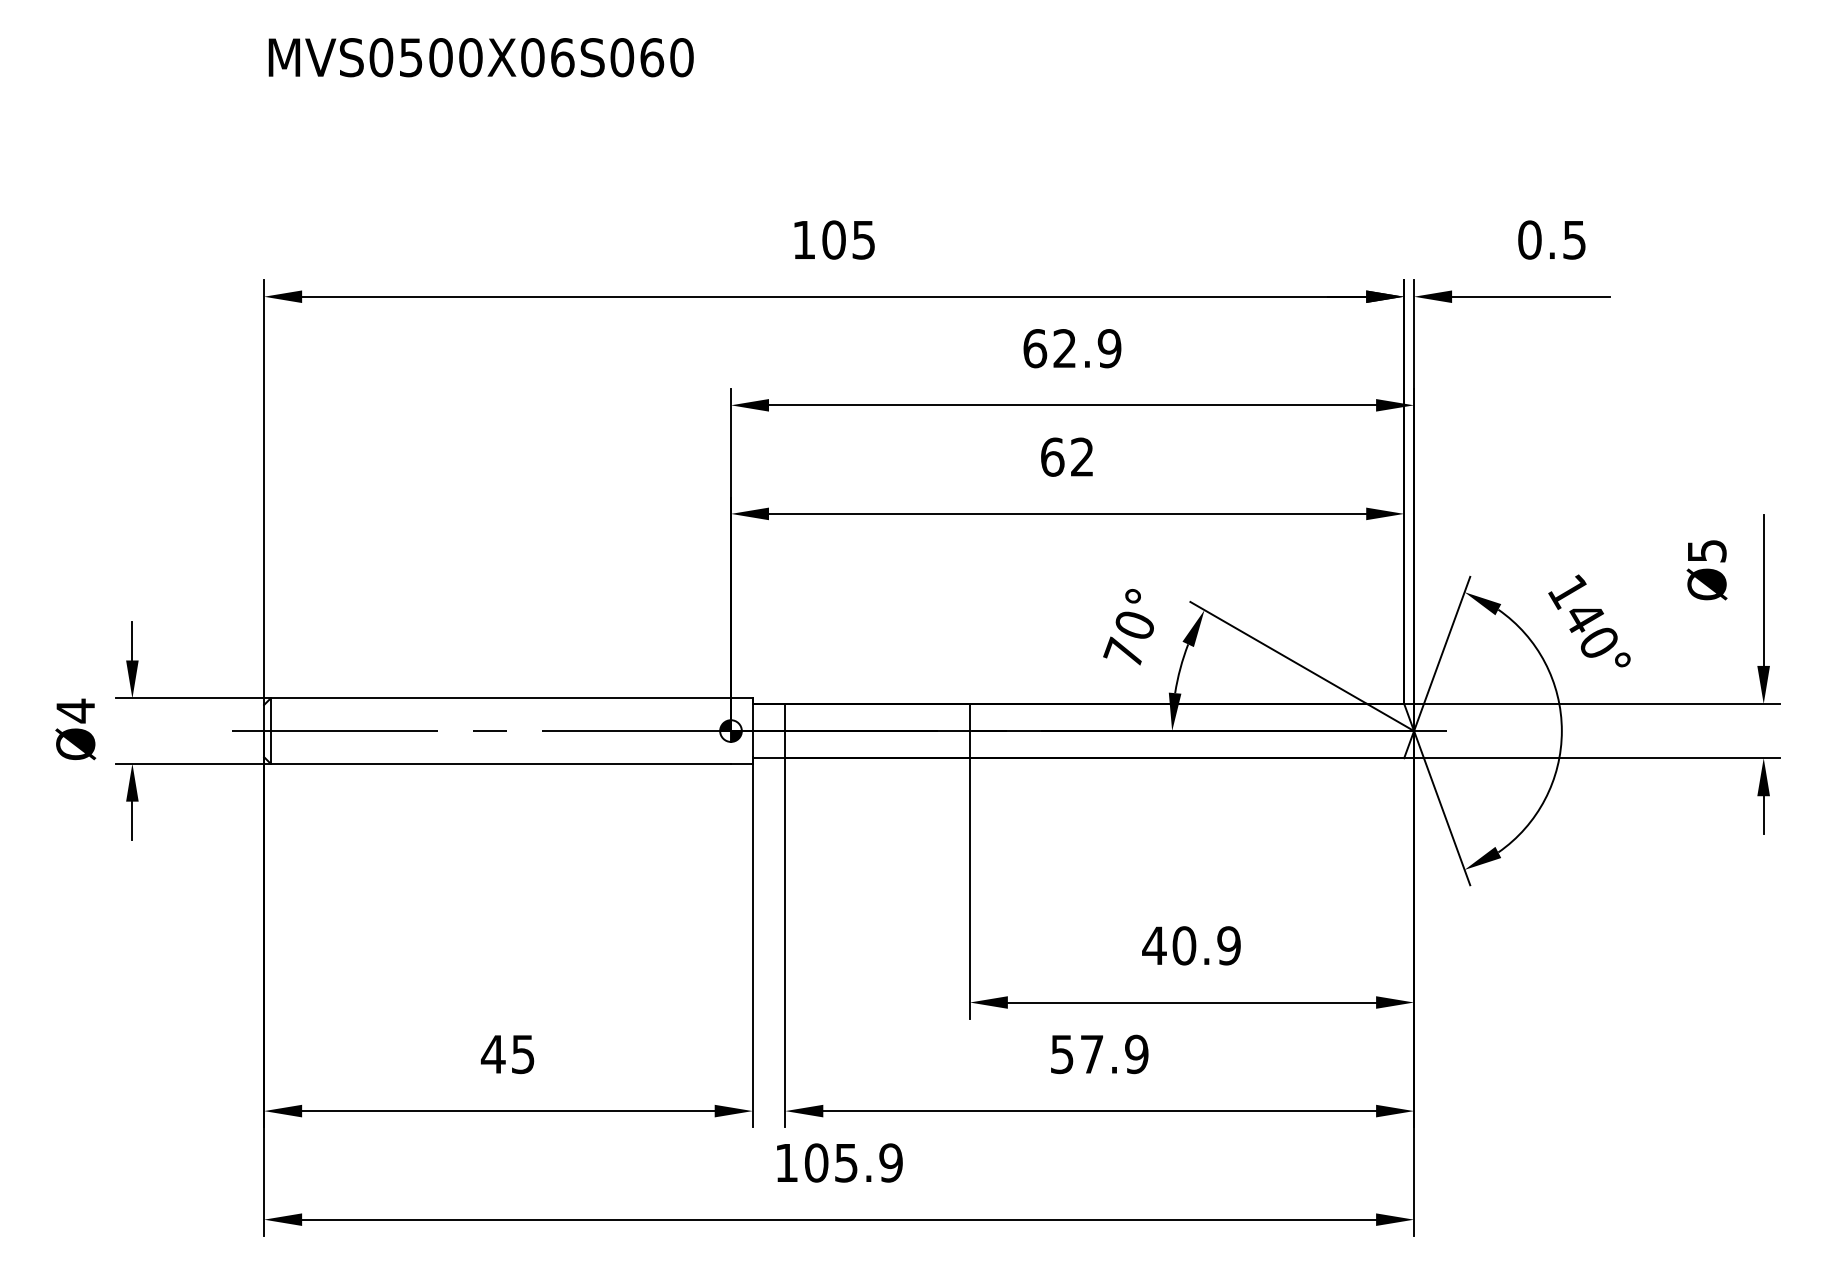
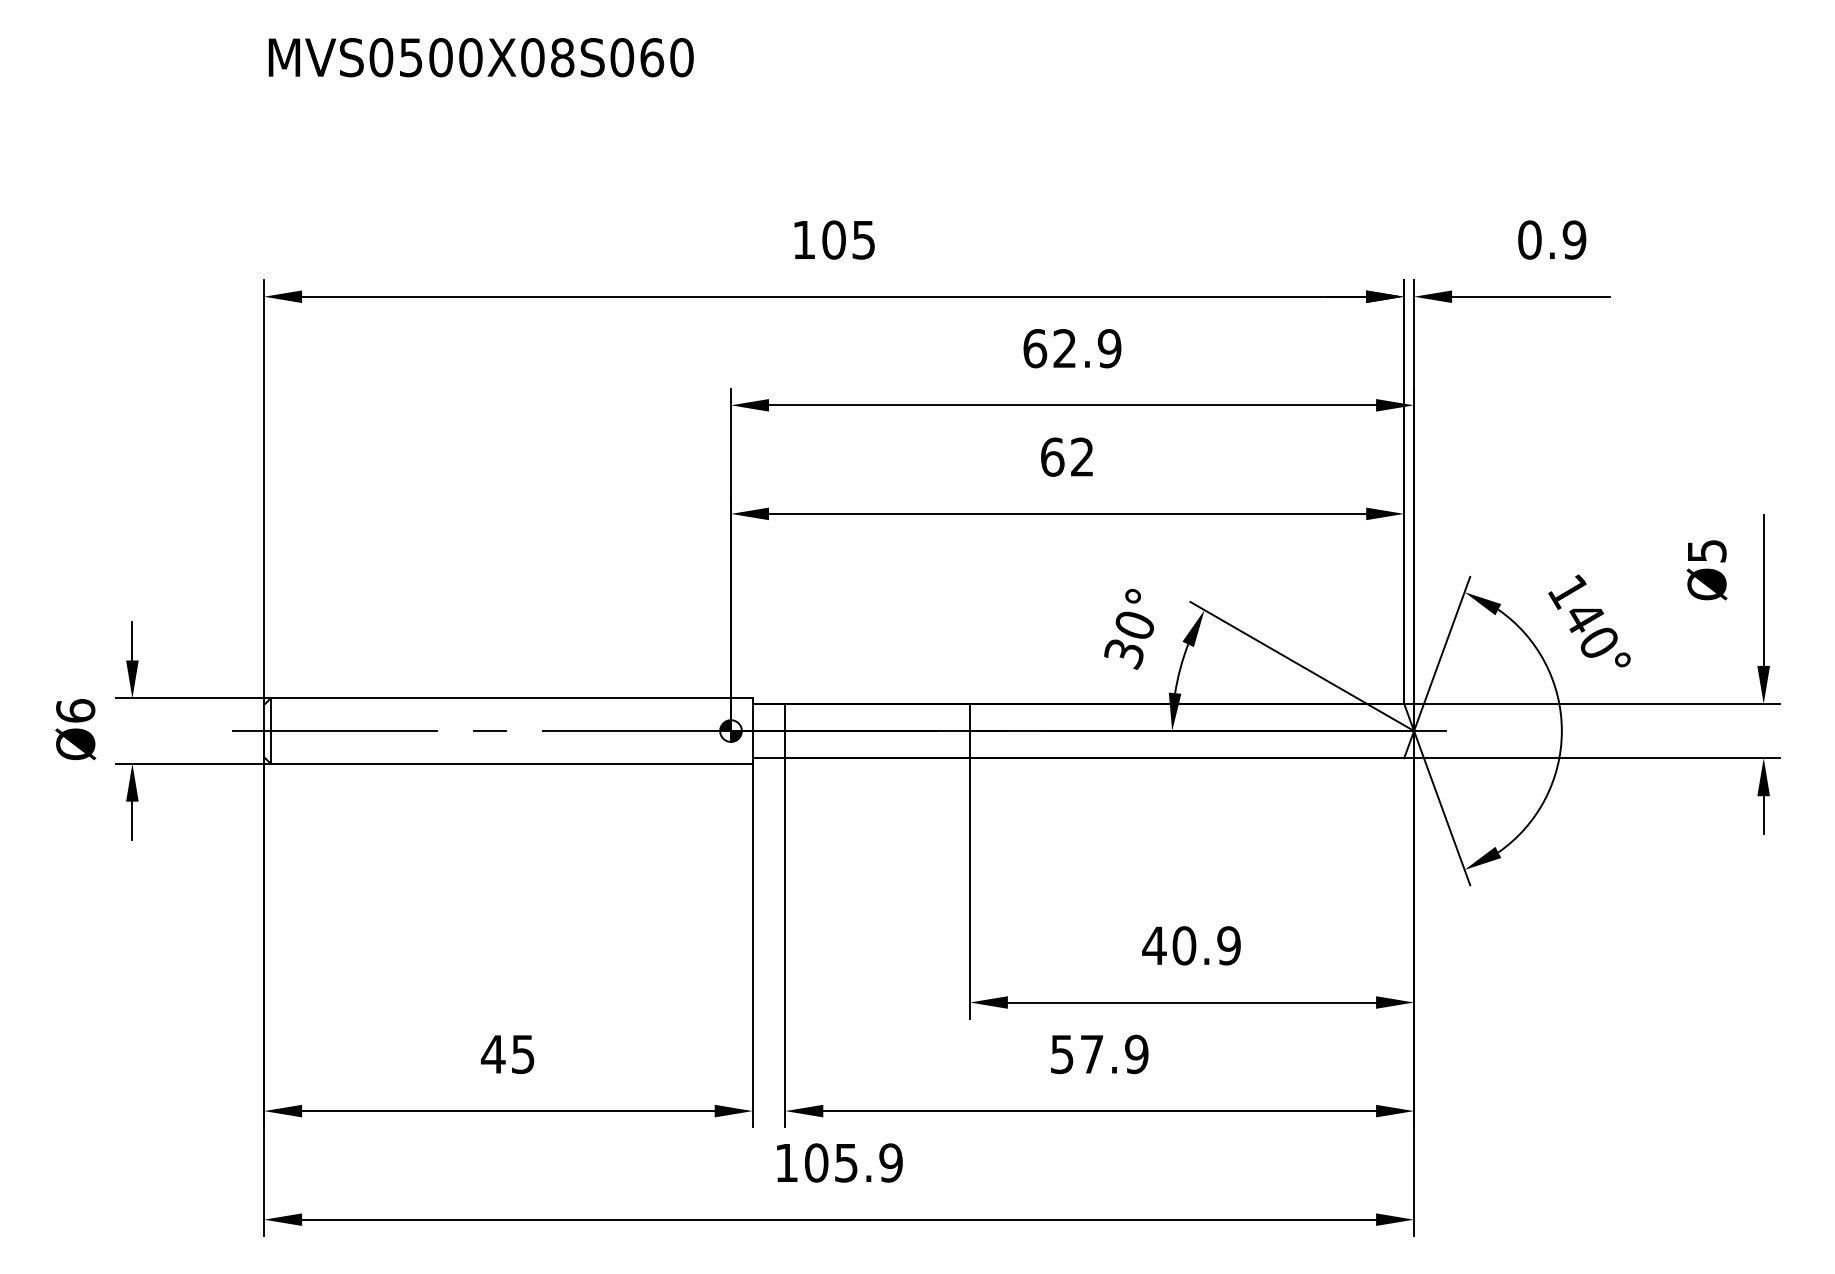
text at (562, 57): MVS0500X06S060 -> MVS0500X08S060
text at (1574, 239): 0.5 -> 0.9
text at (1123, 652): 70° -> 30°
text at (75, 710): Ø4 -> Ø6
